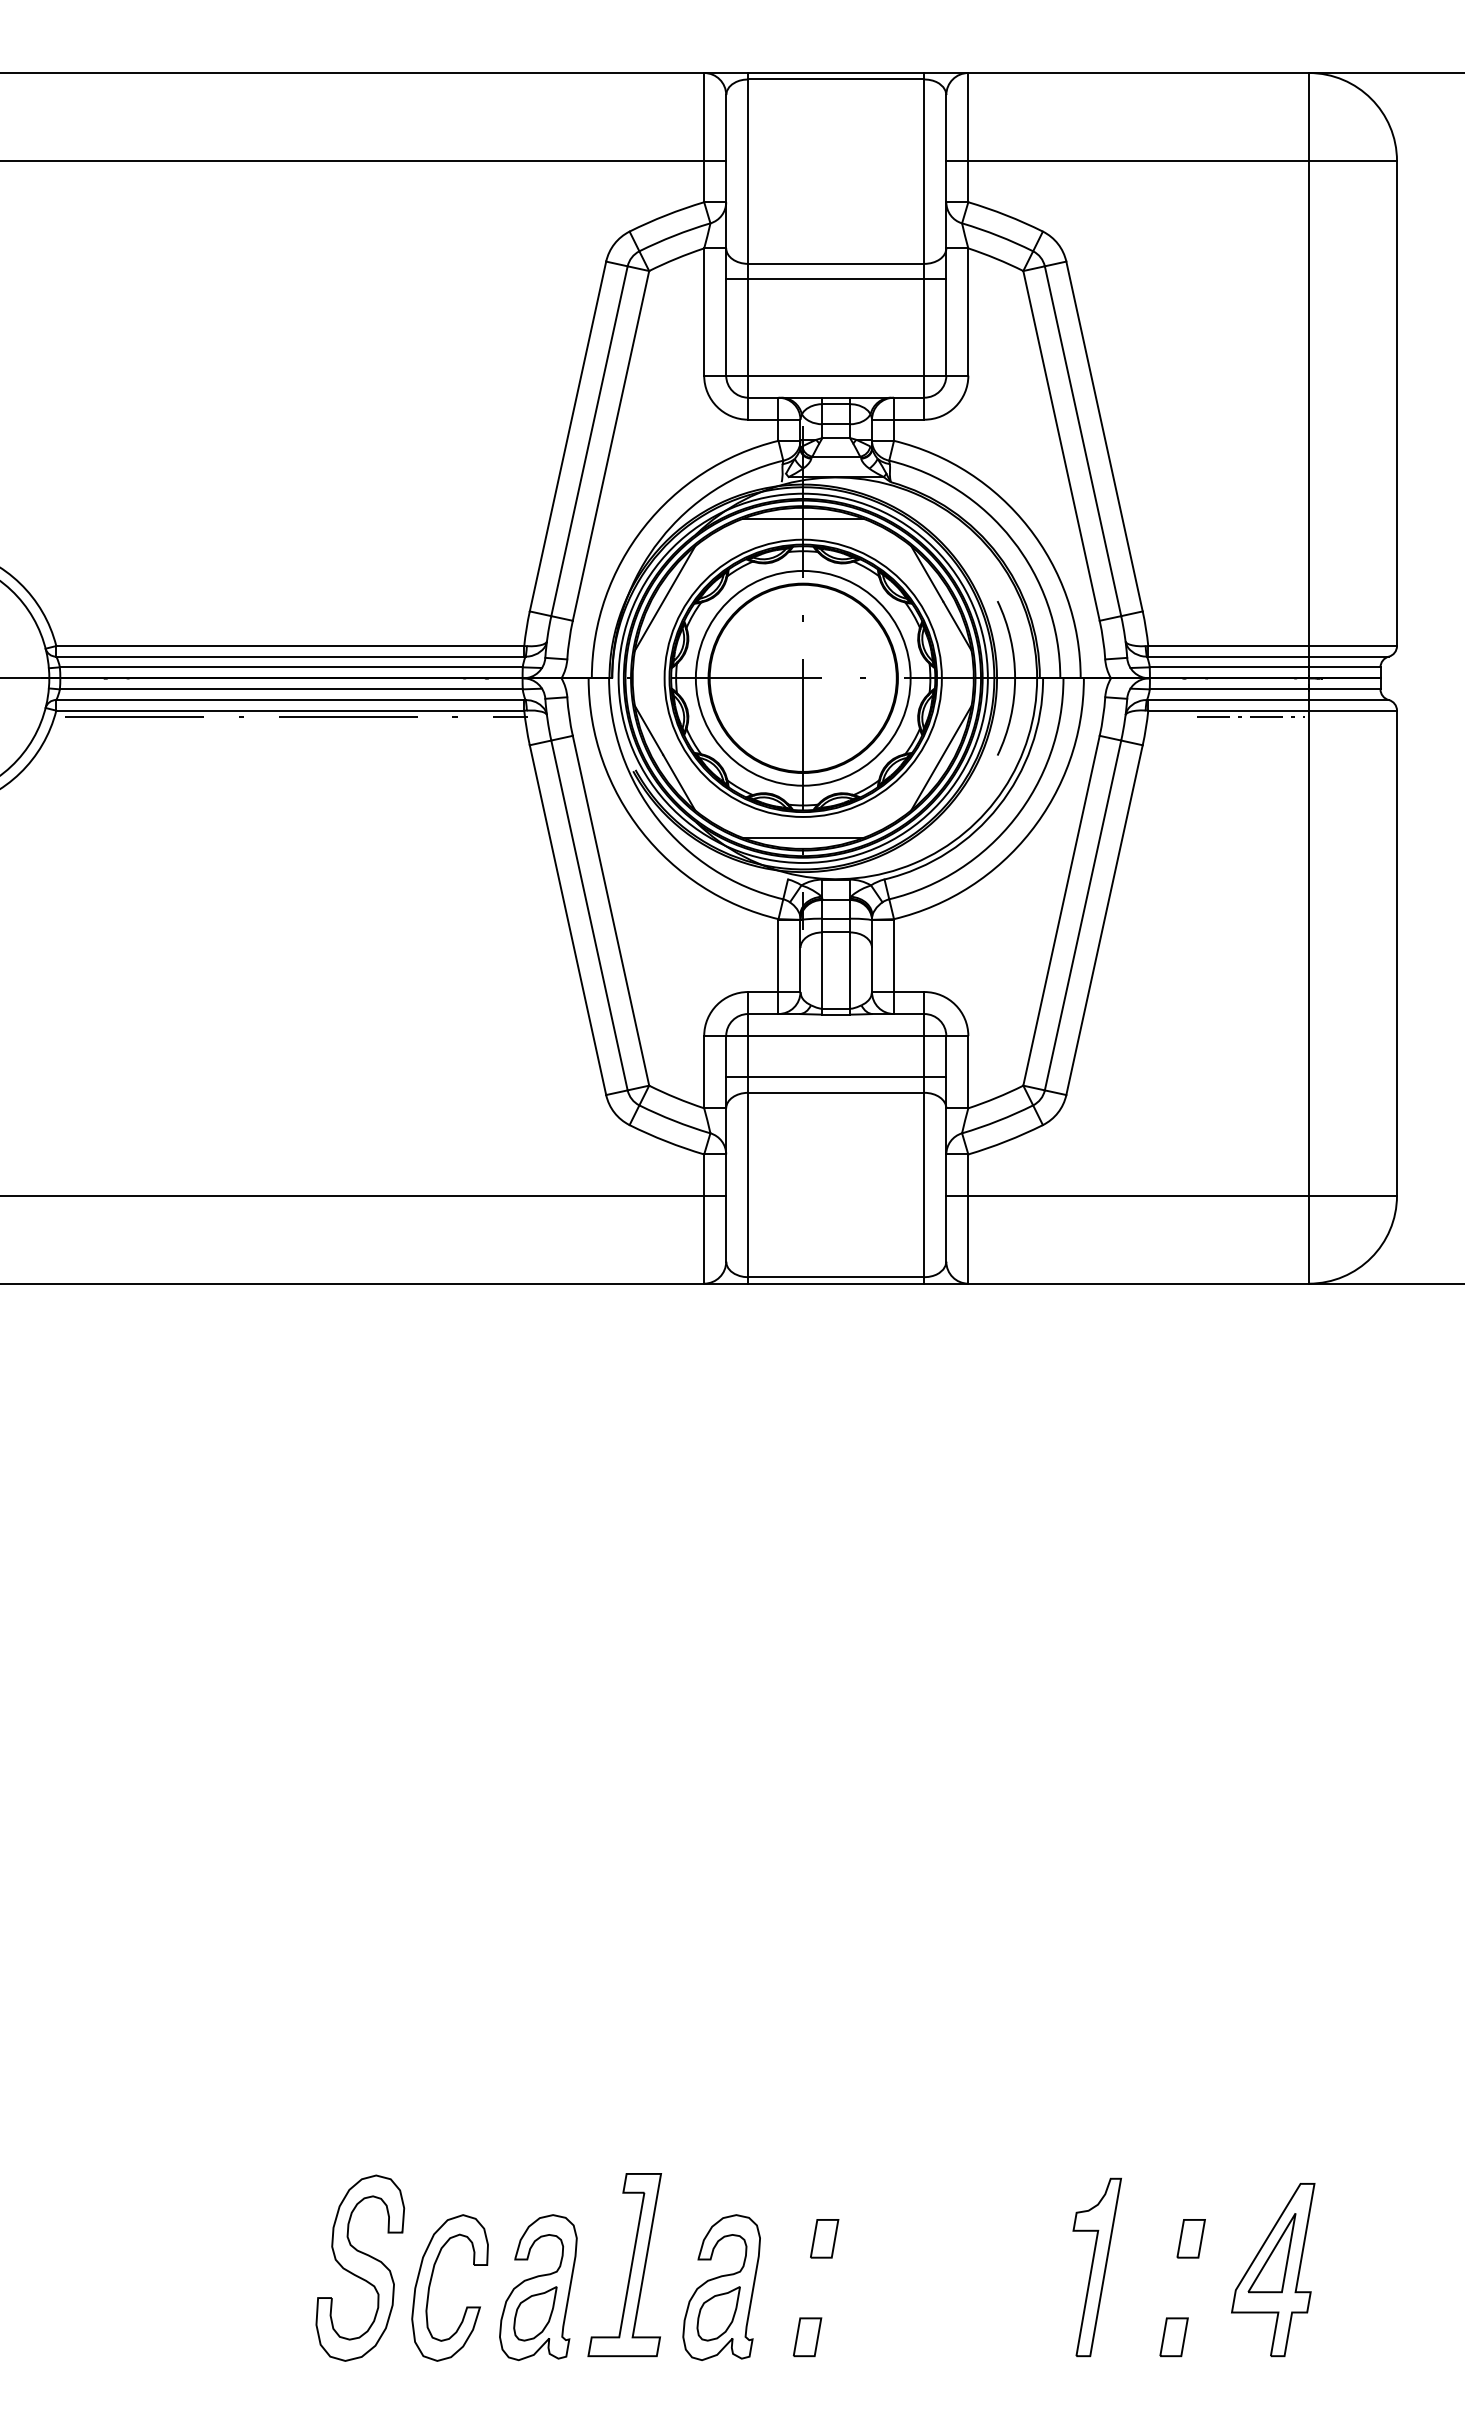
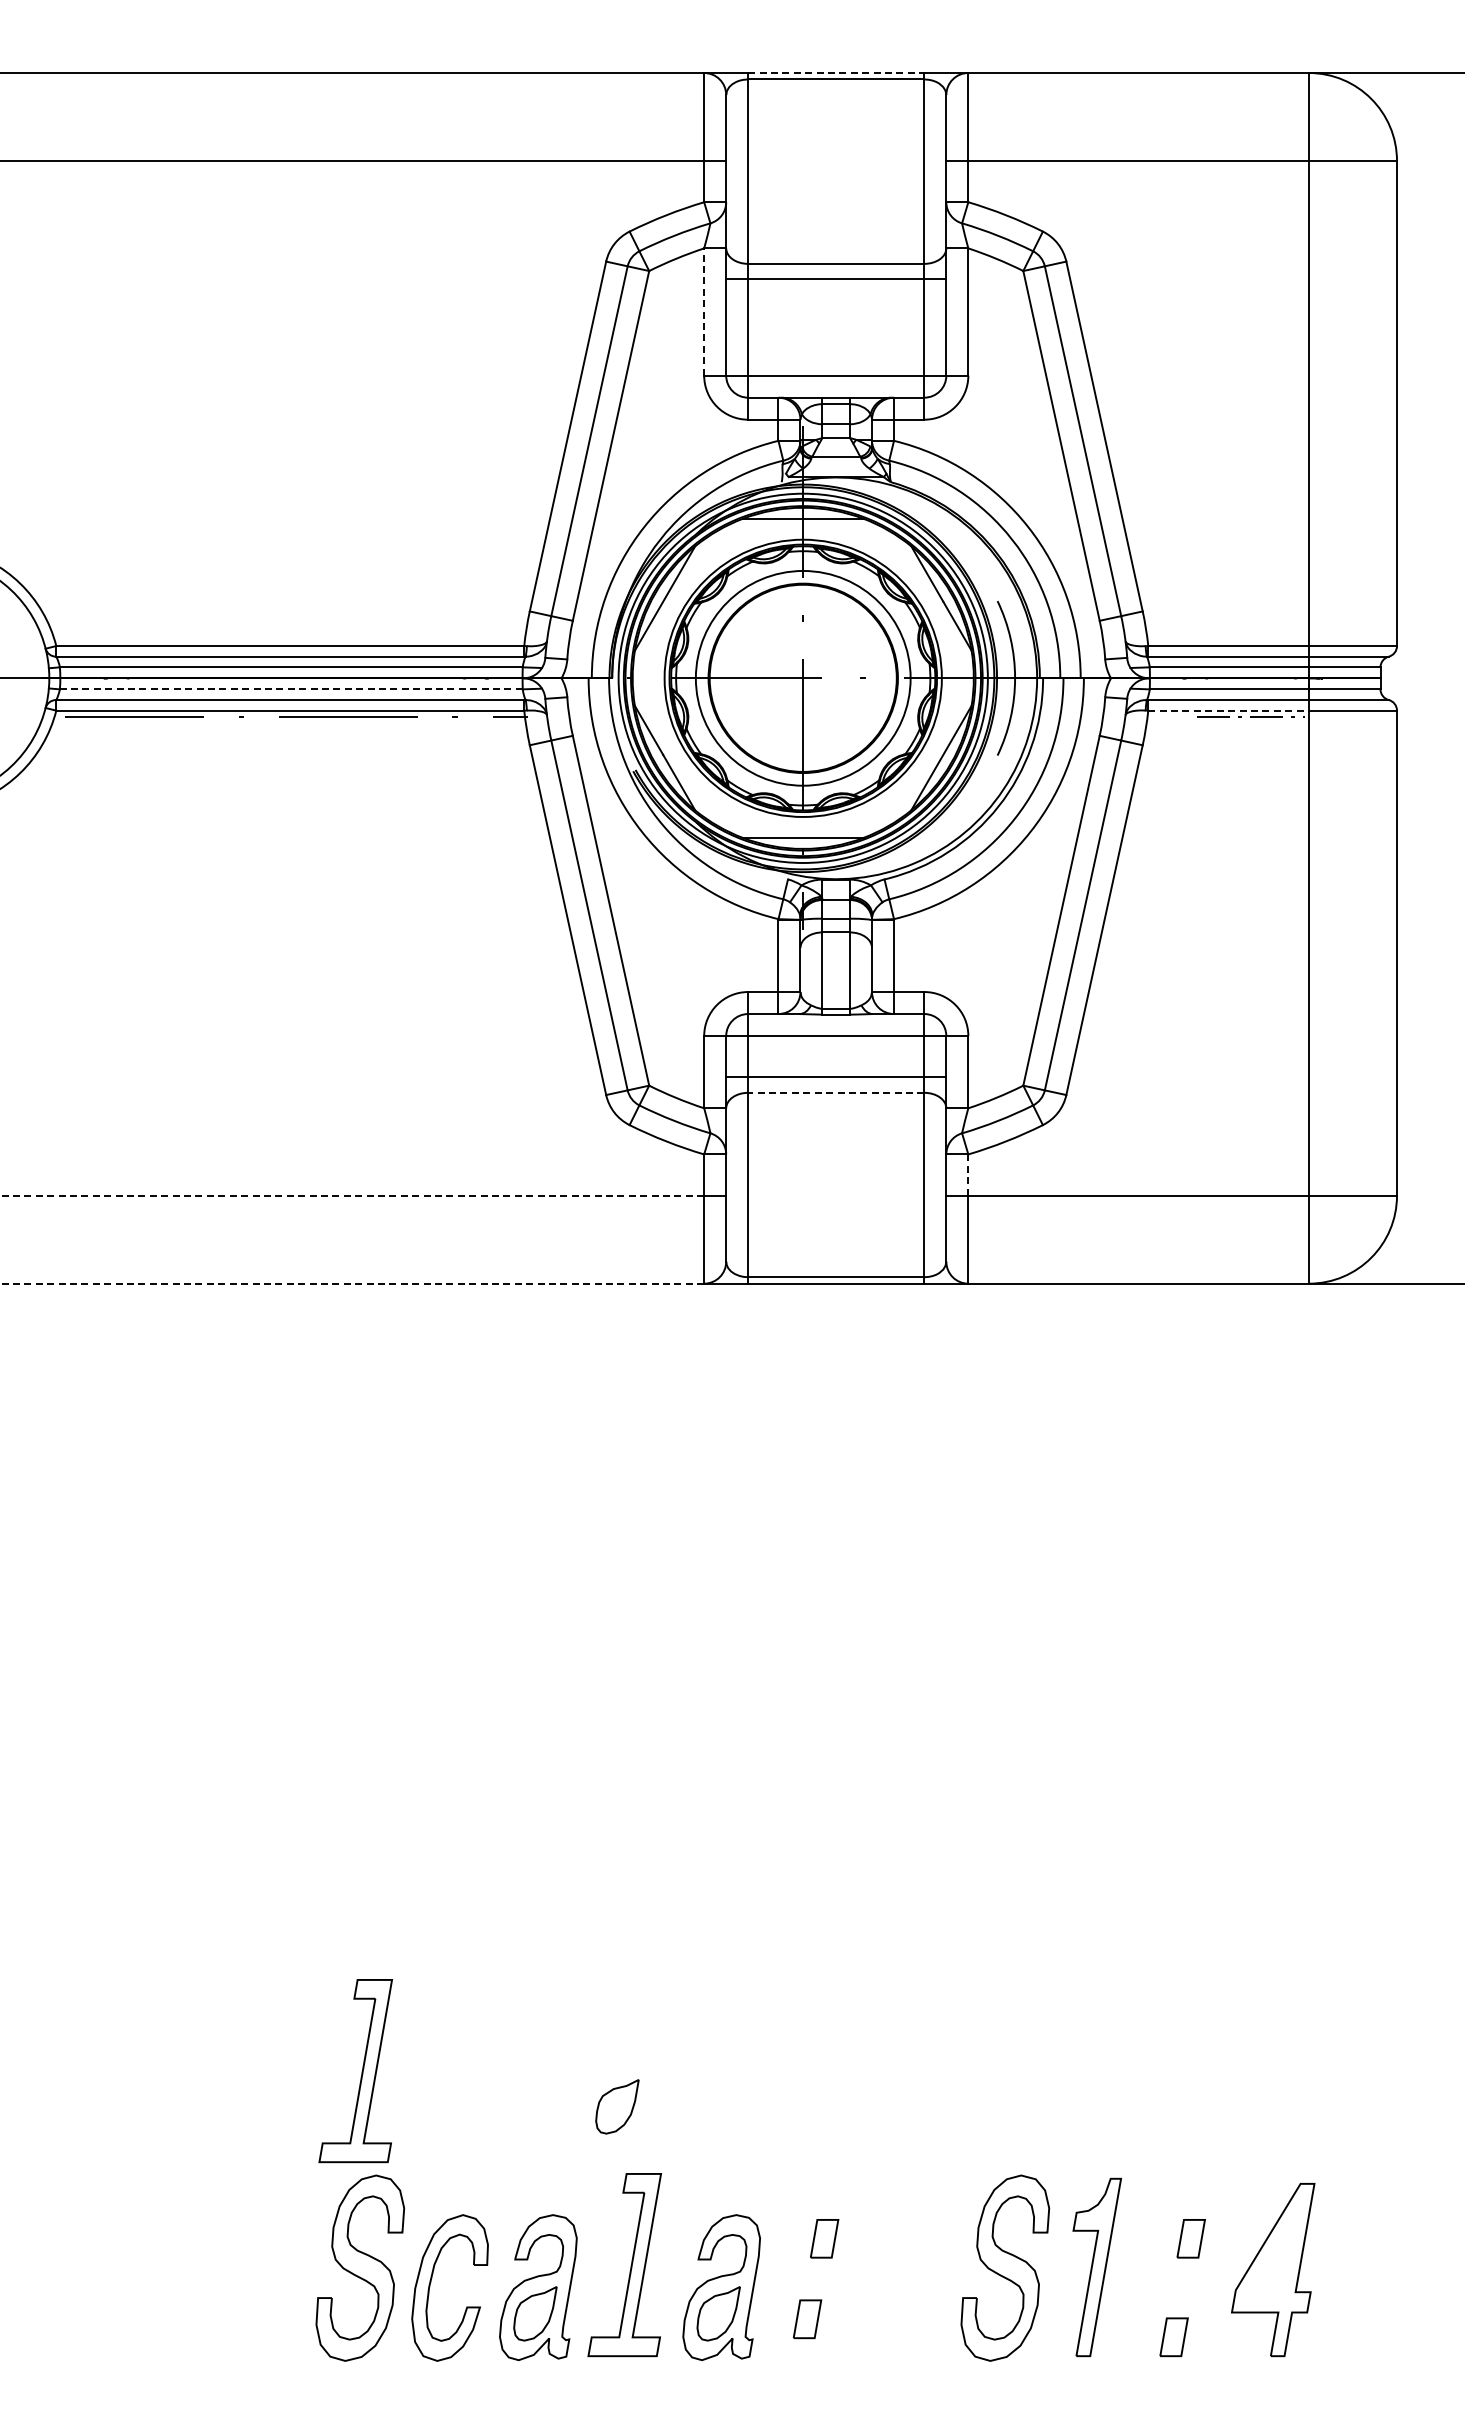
line at (836, 73): solid -> dashed
line at (704, 312): solid -> dashed
line at (290, 689): solid -> dashed
line at (1229, 710): solid -> dashed
line at (835, 1092): solid -> dashed
line at (968, 1175): solid -> dashed
line at (352, 1195): solid -> dashed
line at (352, 1283): solid -> dashed
part at (355, 2071): none -> present
part at (617, 2106): none -> present
part at (1271, 2253): present -> none
part at (1005, 2267): none -> present
part at (807, 2337) position: (807, 2337) -> (807, 2319)
